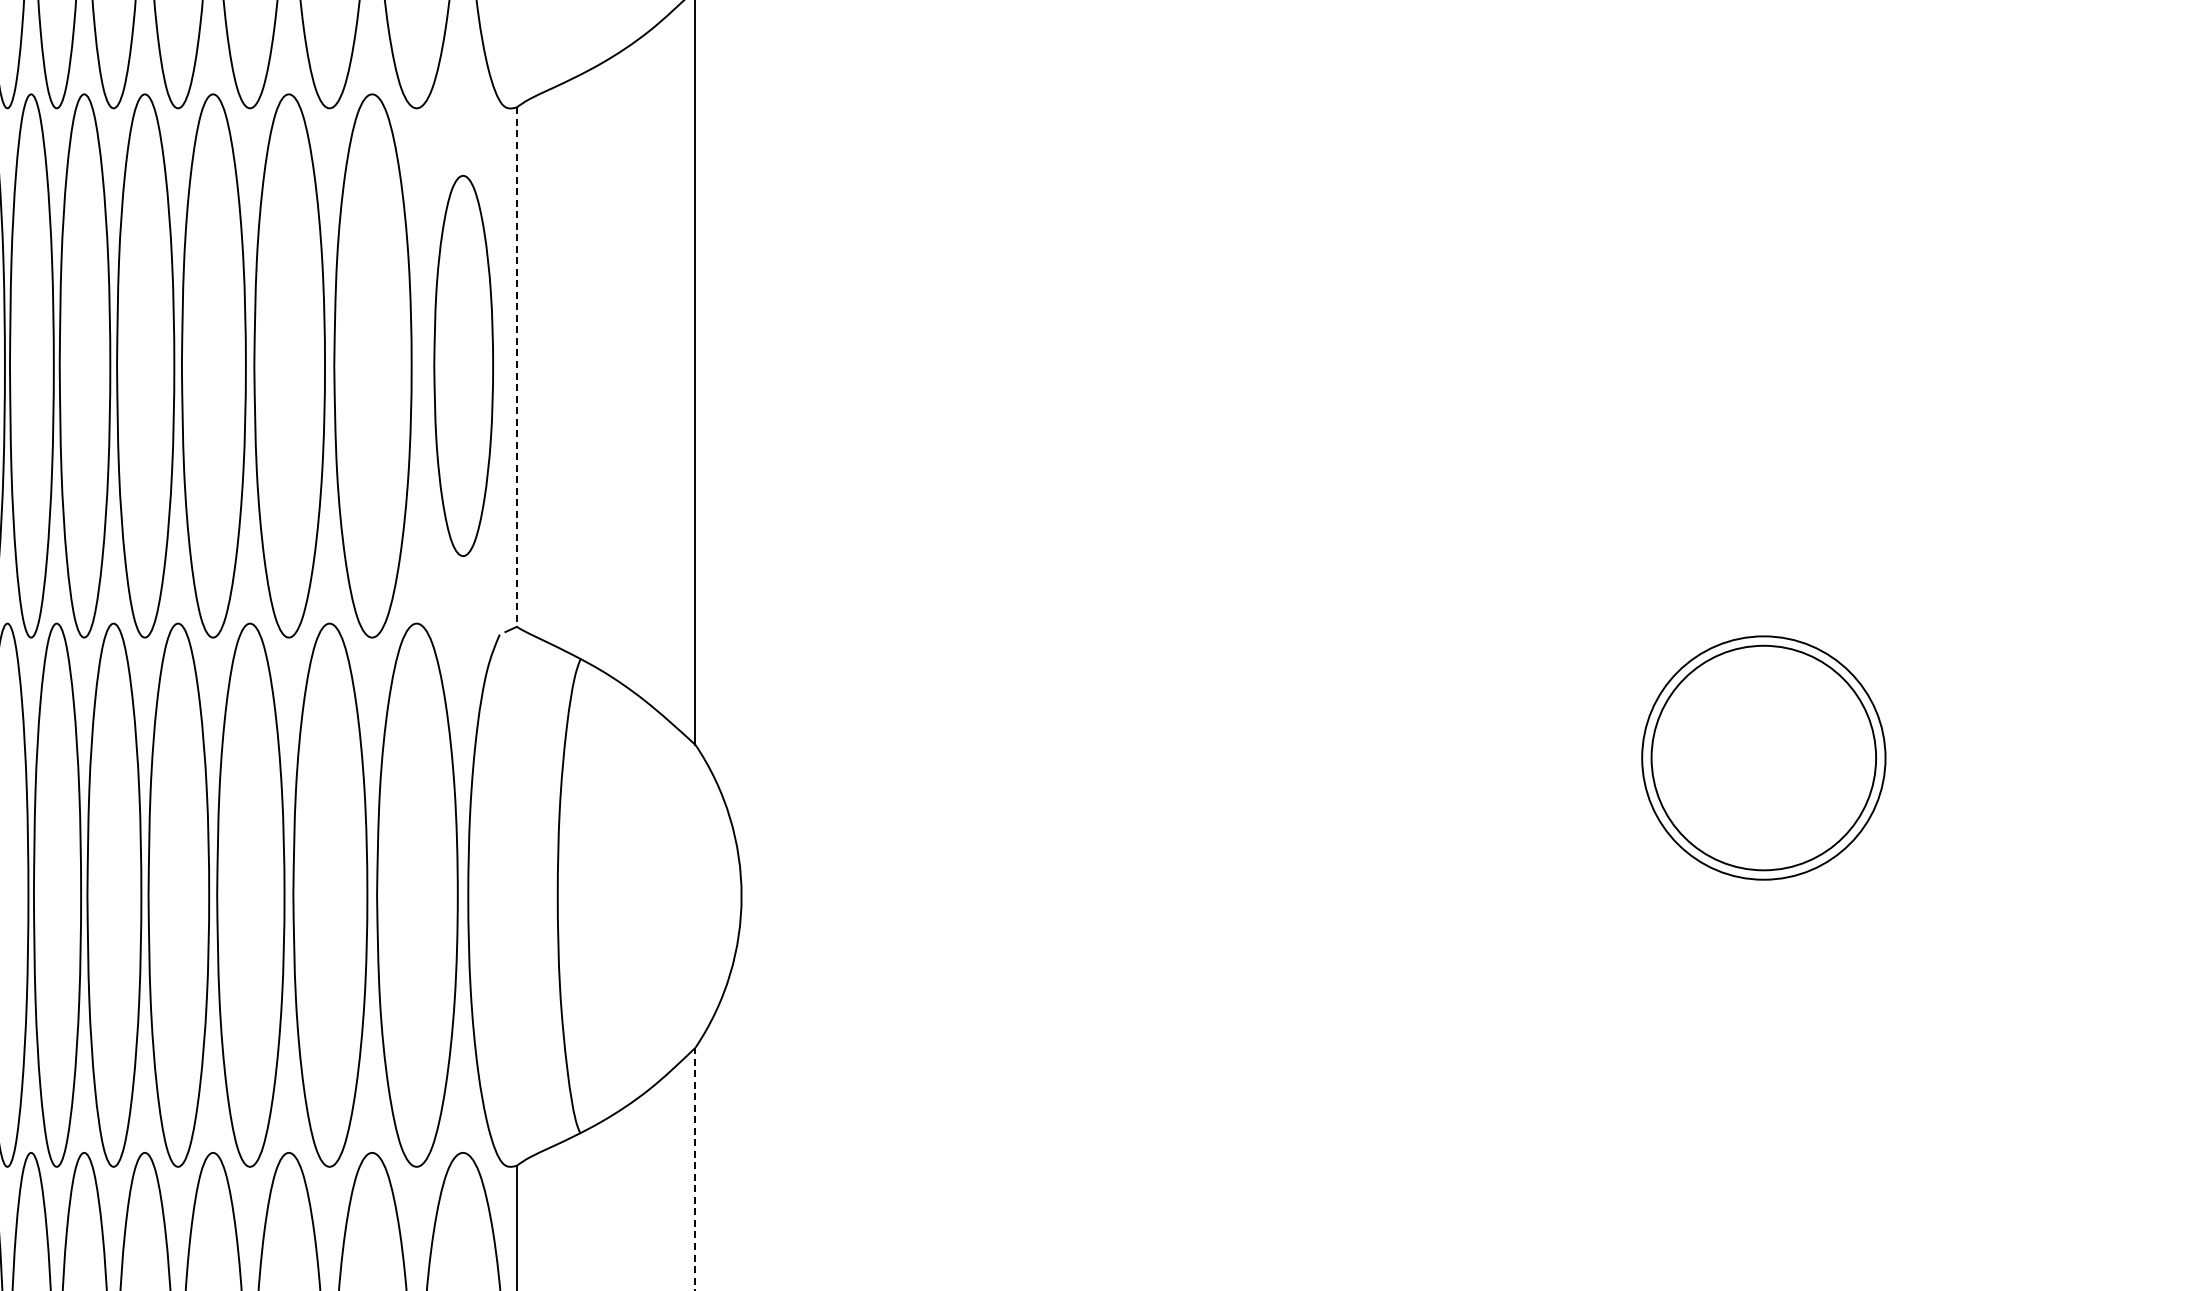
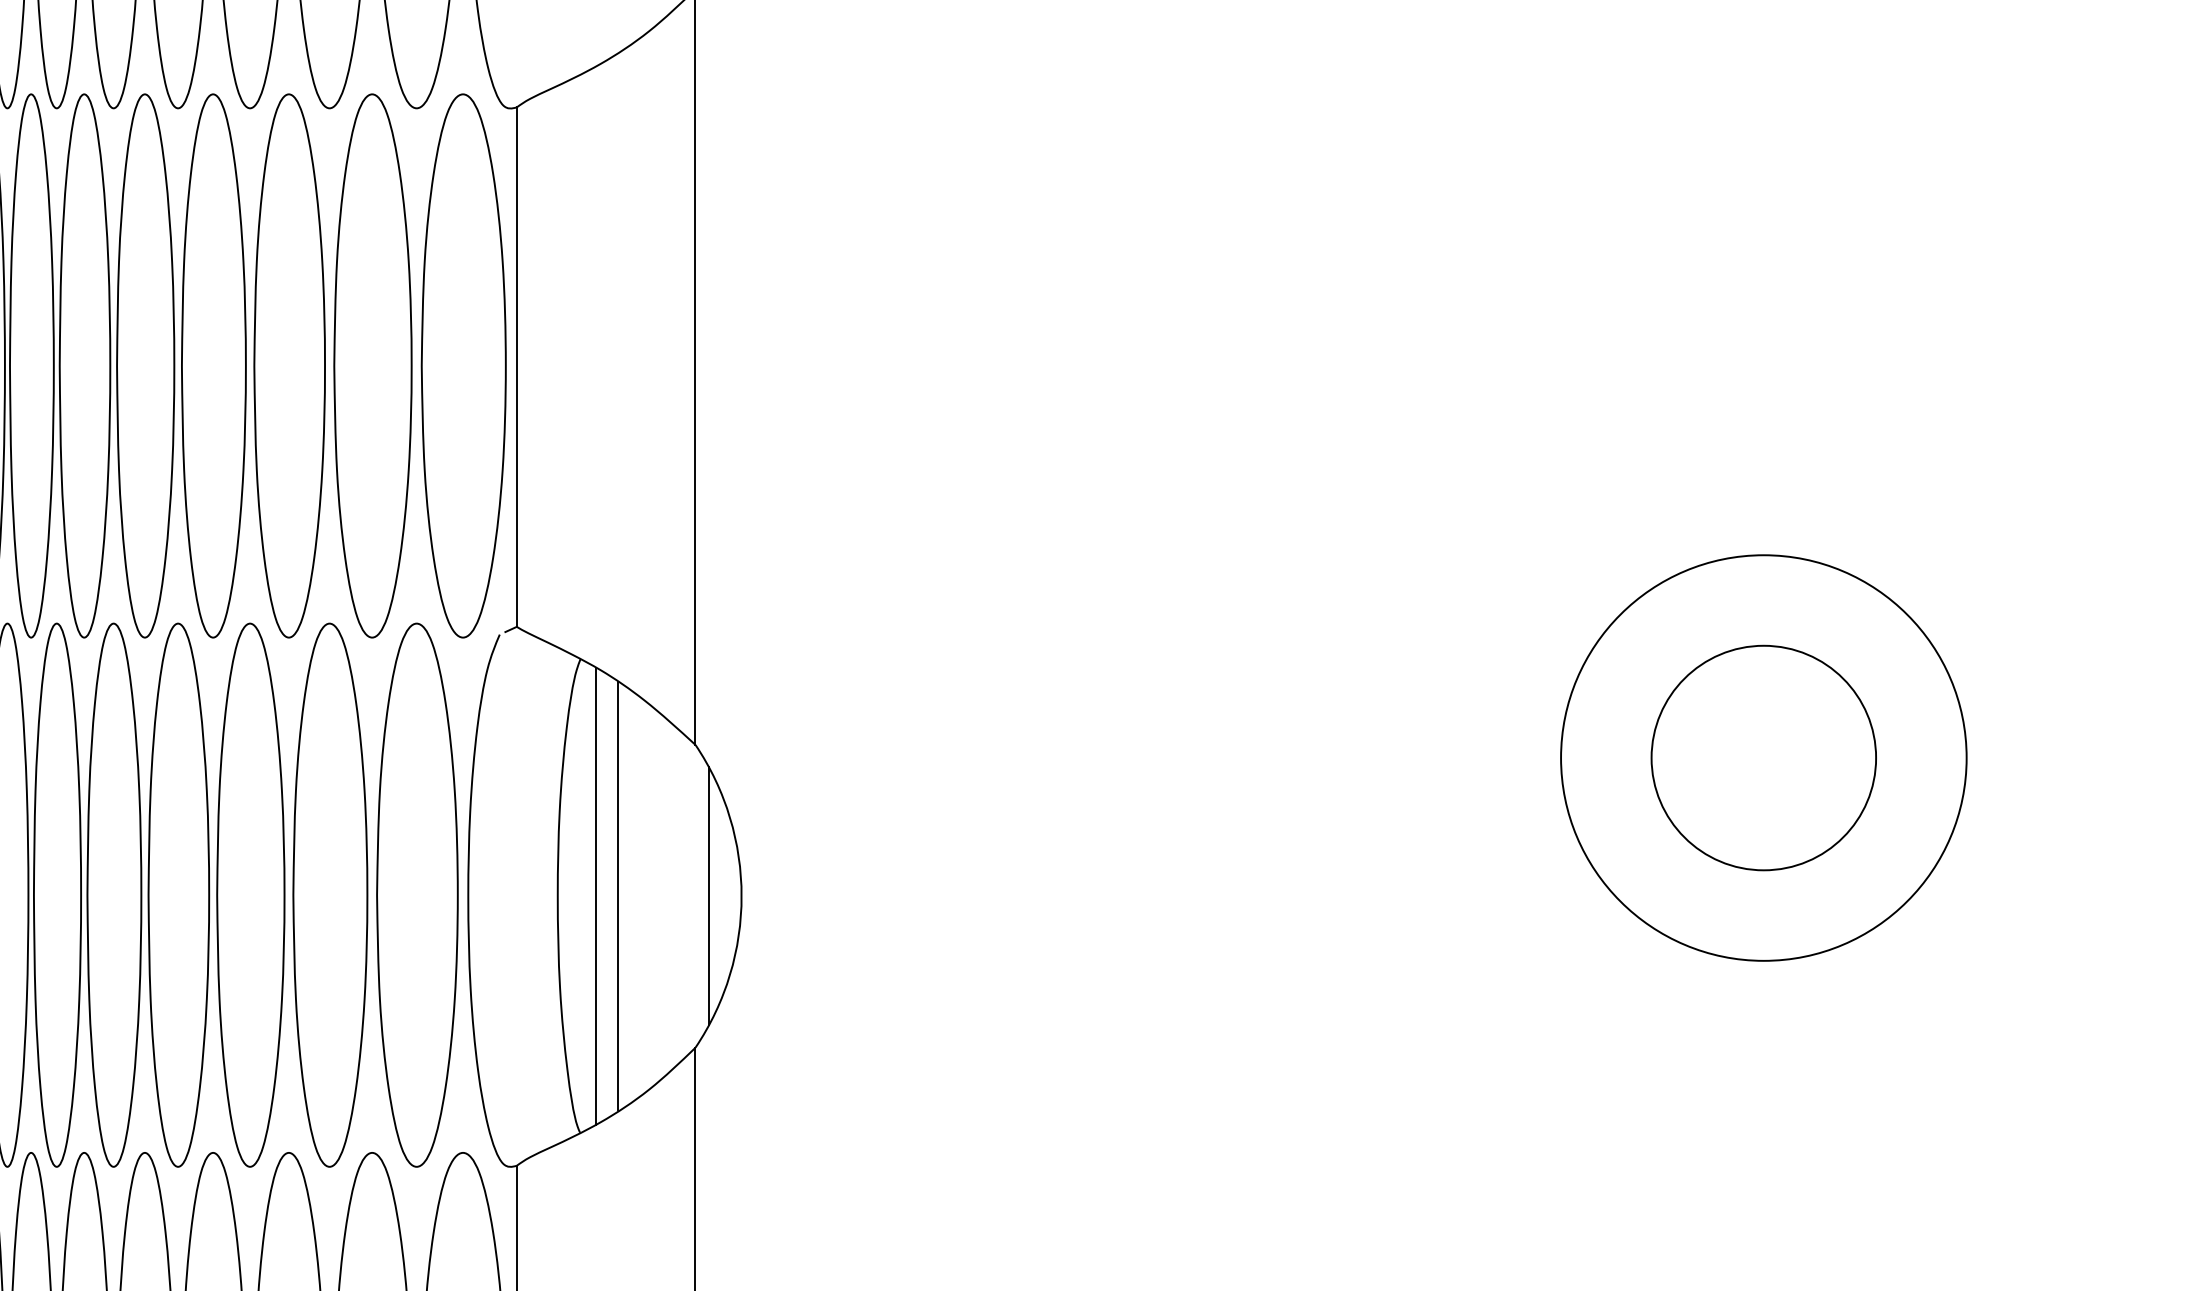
part at (463, 365) size: 61x382 px -> 87x546 px
line at (516, 367): dashed -> solid
circle at (1763, 757) diameter: 243 px -> 406 px
line at (595, 895): none -> present
line at (618, 896): none -> present
line at (708, 896): none -> present
line at (695, 1168): dashed -> solid
